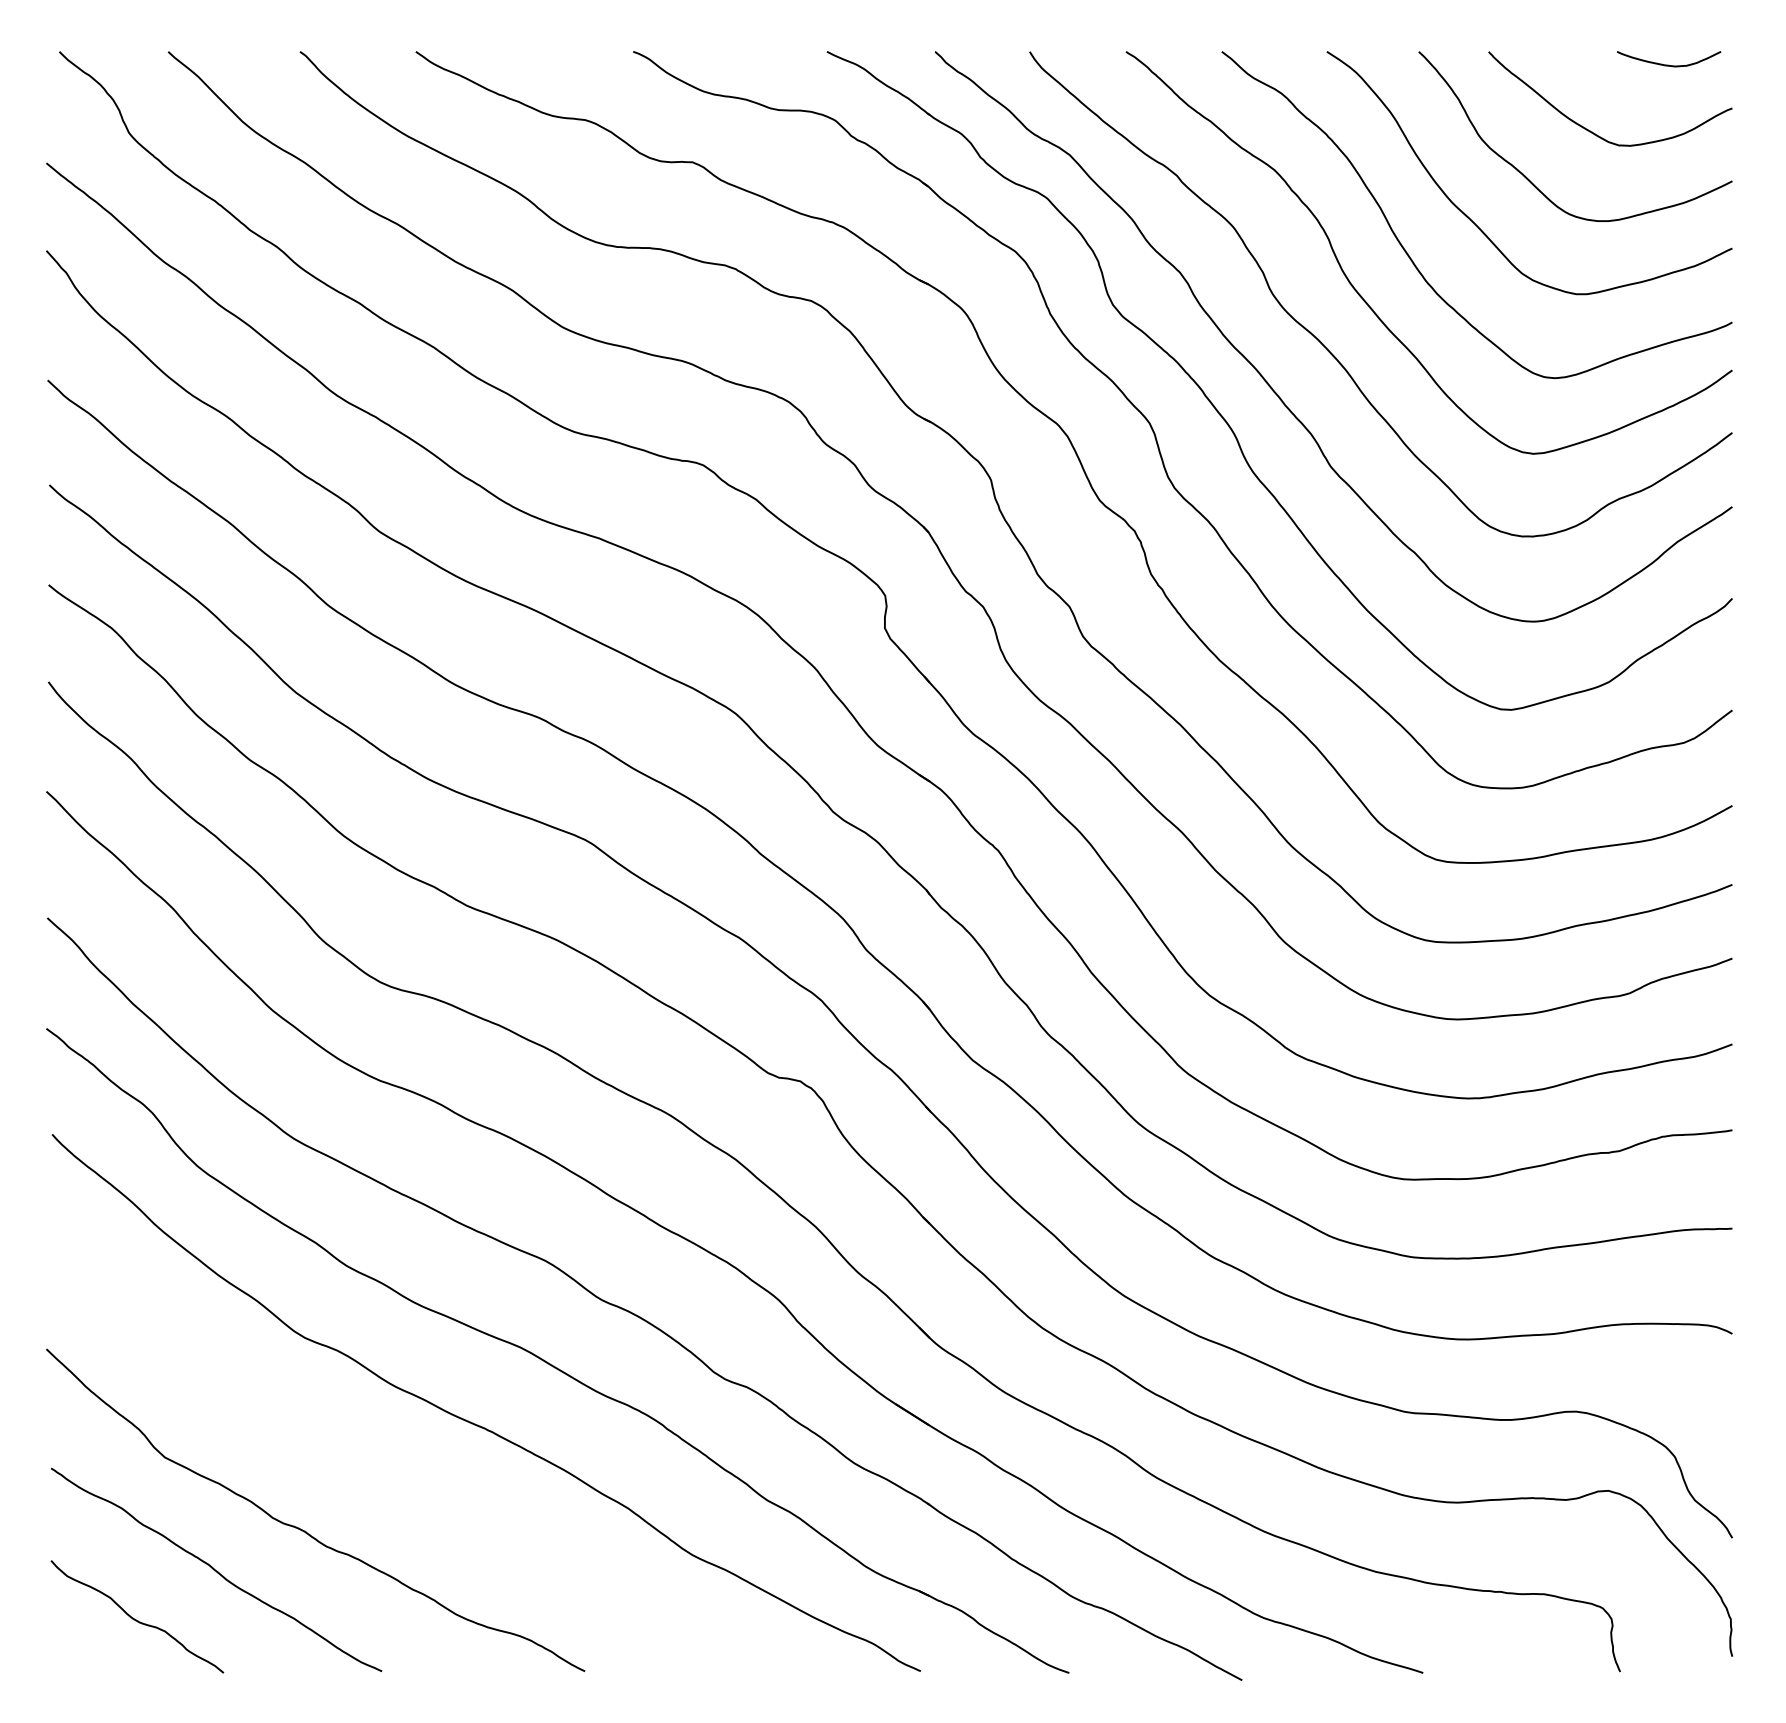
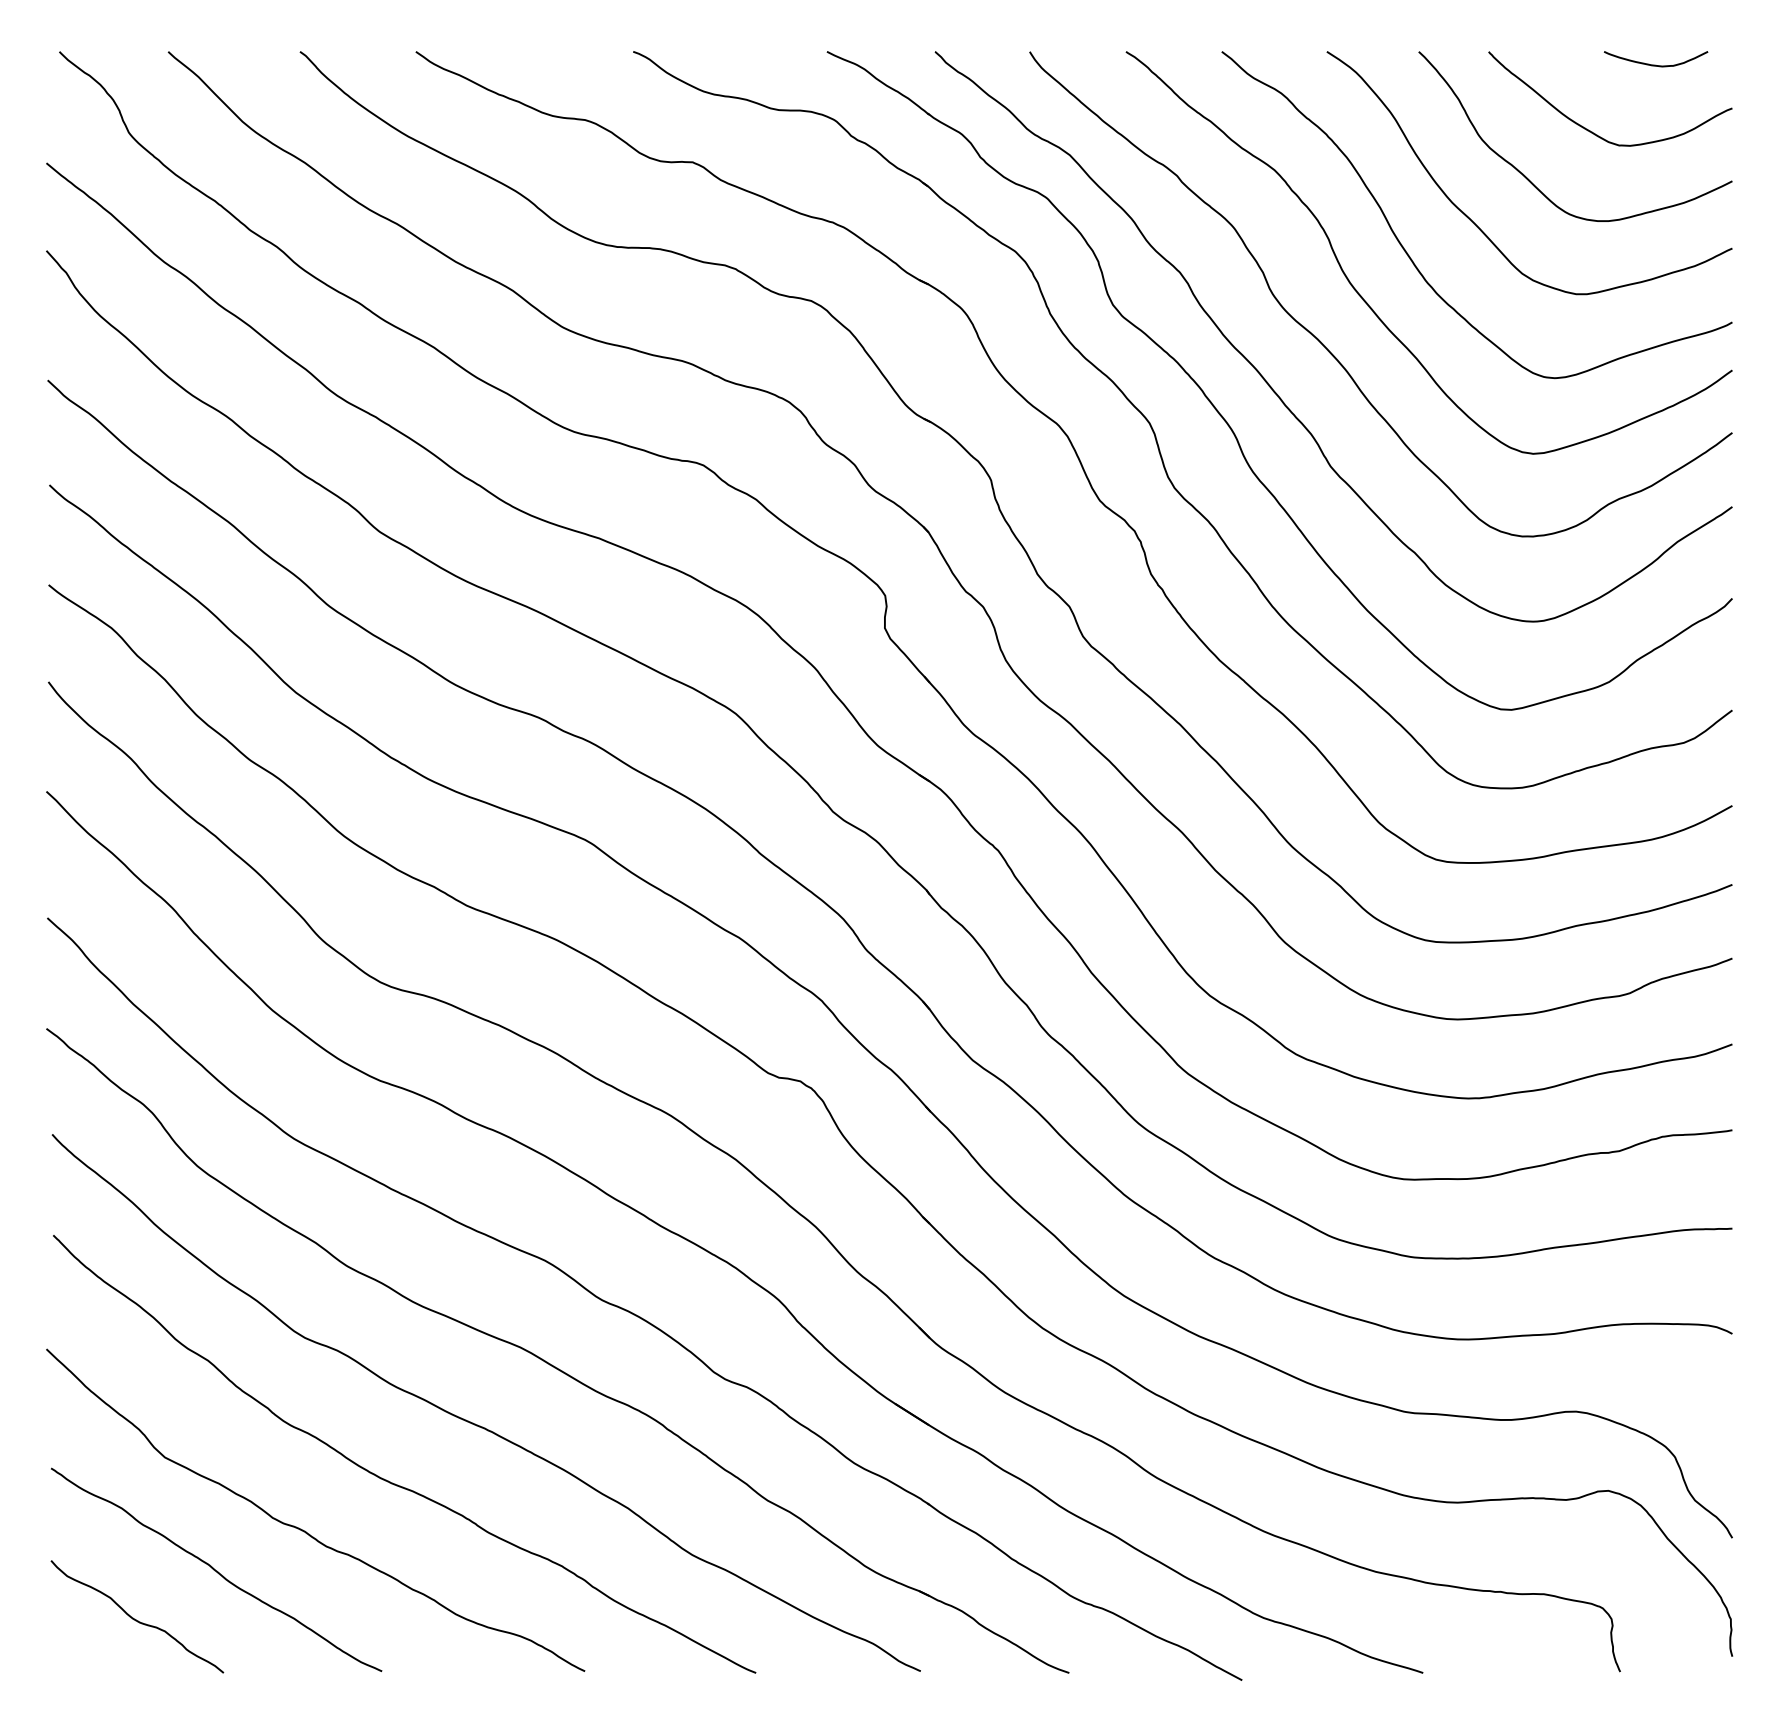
curve at (1668, 64) position: (1668, 64) -> (1655, 64)
curve at (395, 1483): none -> present
